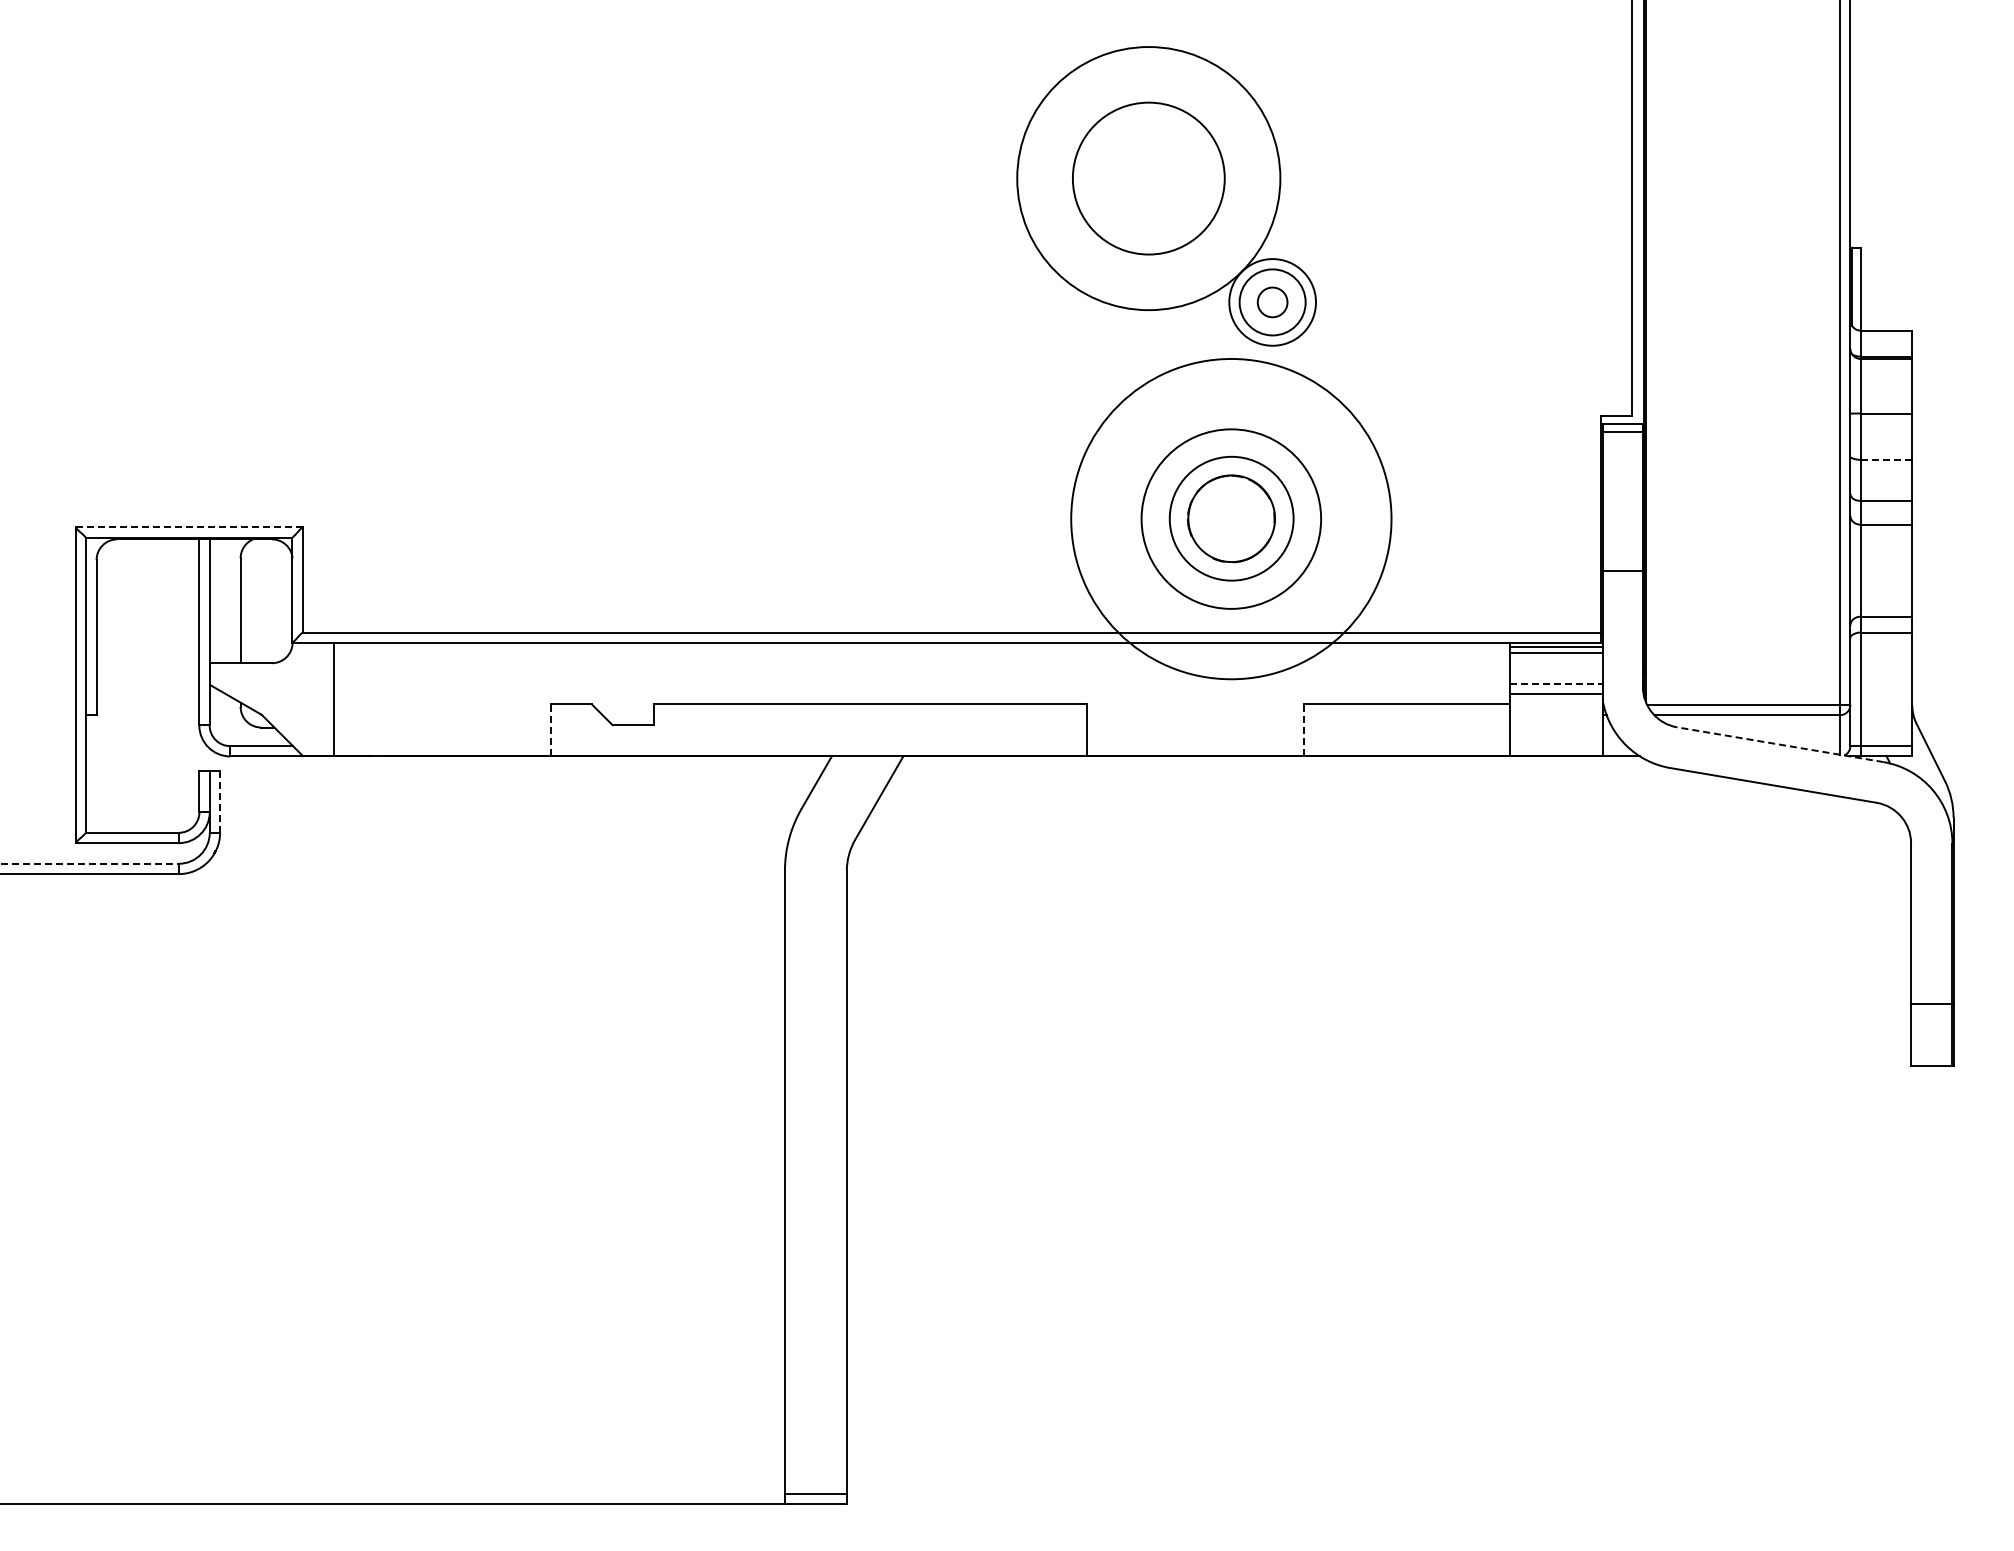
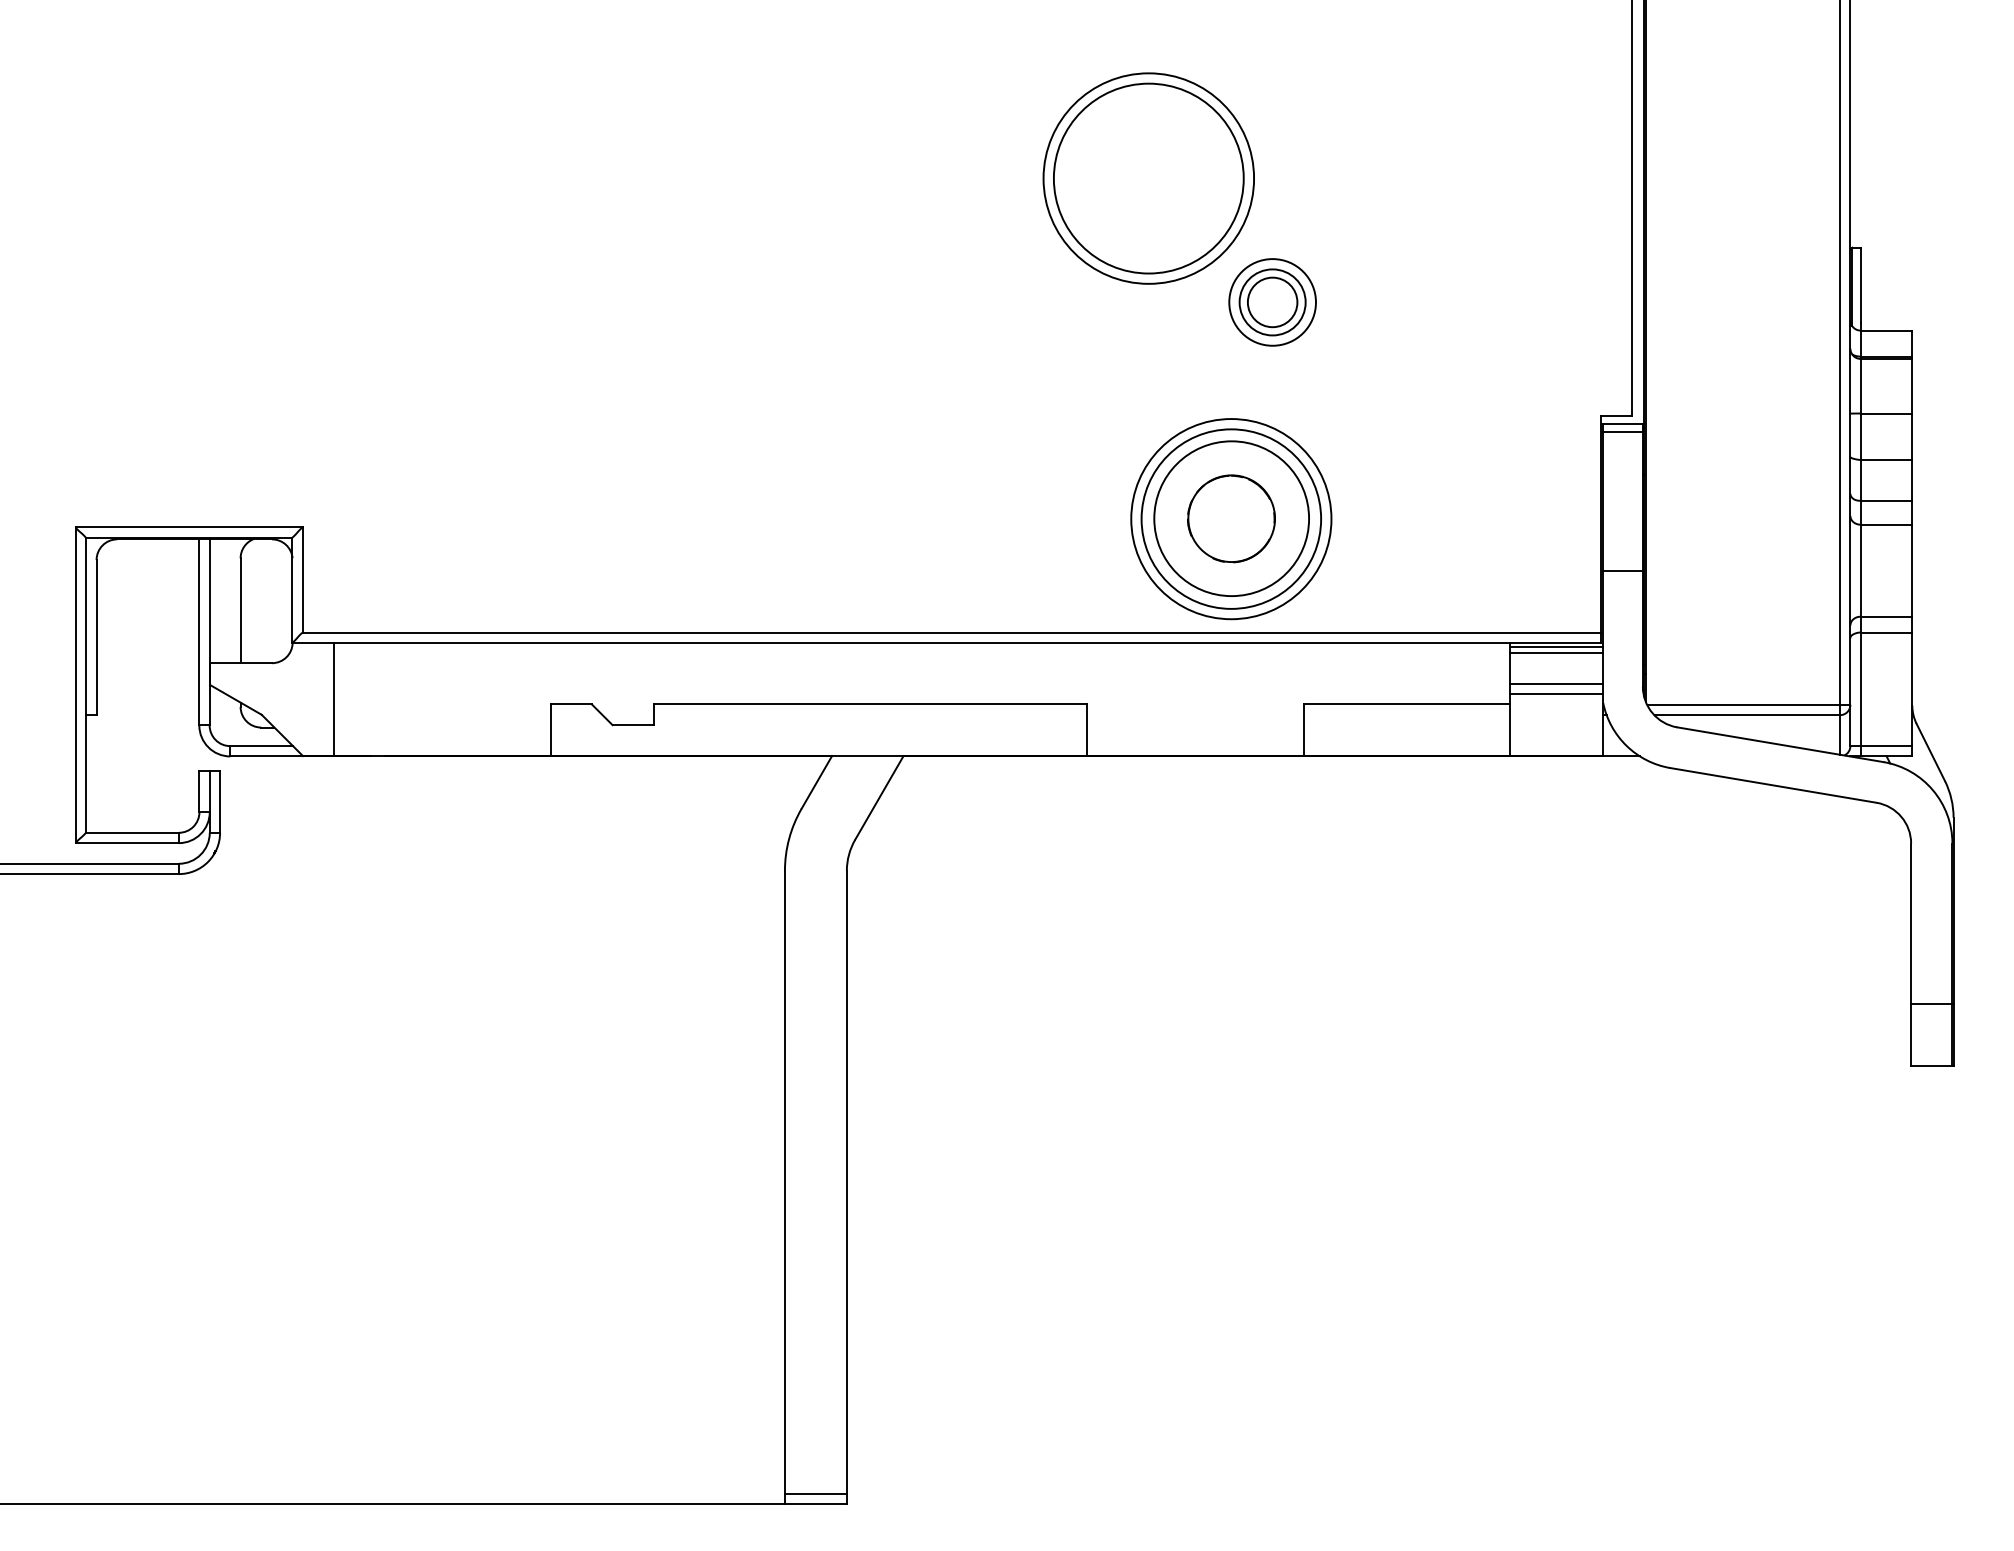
circle at (1148, 178) diameter: 152 px -> 190 px
circle at (1148, 178) diameter: 263 px -> 211 px
circle at (1272, 302) diameter: 30 px -> 50 px
line at (1886, 459): dashed -> solid
circle at (1231, 518) diameter: 124 px -> 155 px
circle at (1231, 518) diameter: 320 px -> 200 px
line at (189, 527): dashed -> solid
line at (1557, 683): dashed -> solid
line at (550, 730): dashed -> solid
line at (1303, 730): dashed -> solid
line at (1780, 744): dashed -> solid
line at (220, 801): dashed -> solid
line at (89, 863): dashed -> solid
